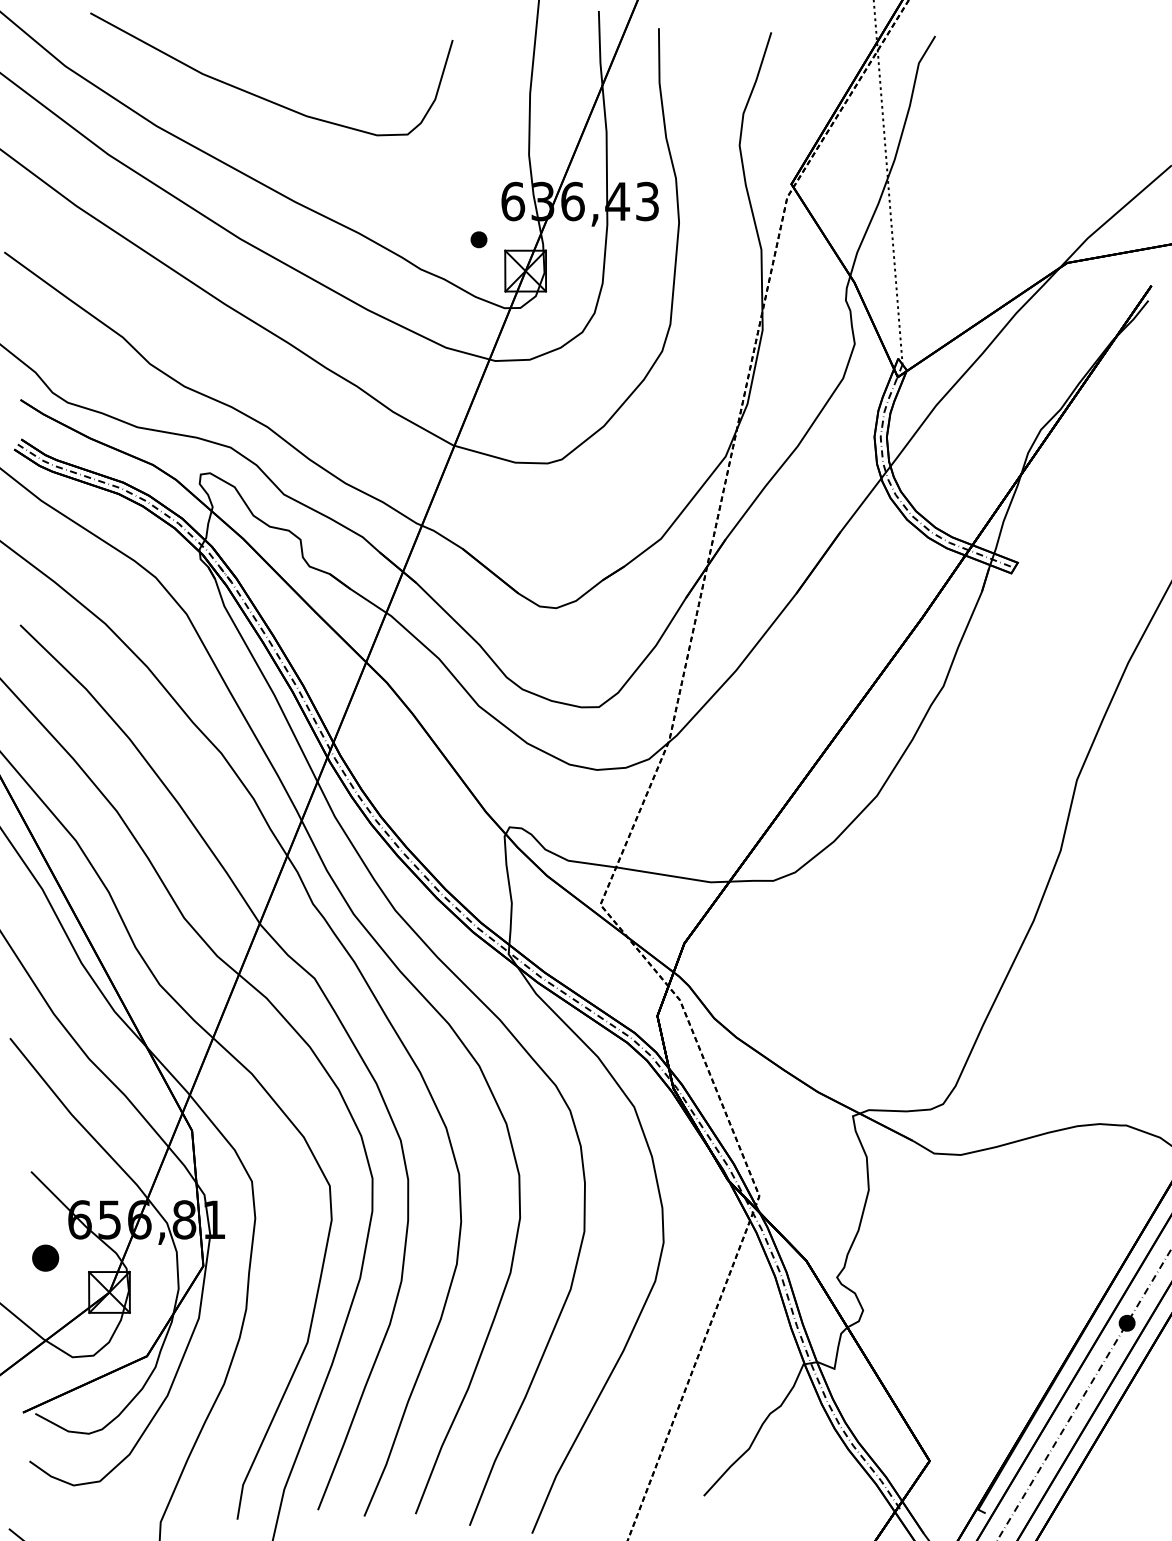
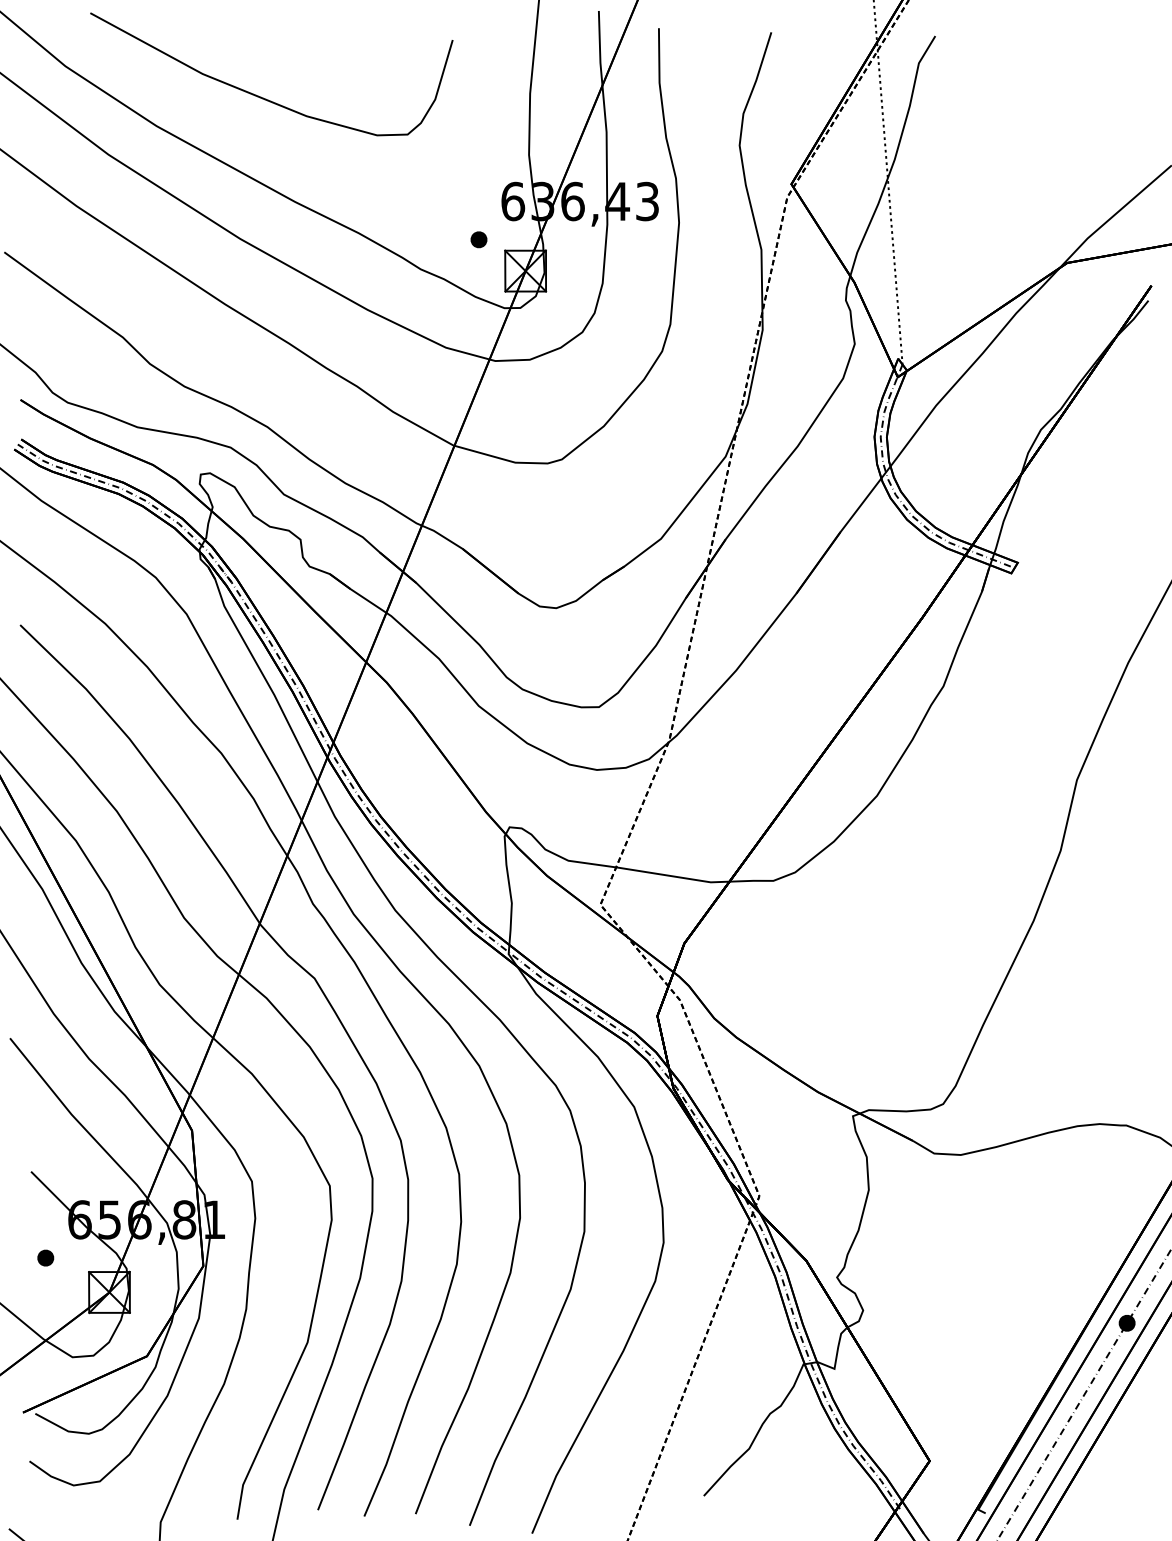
part at (45, 1257) size: 28x28 px -> 18x18 px
